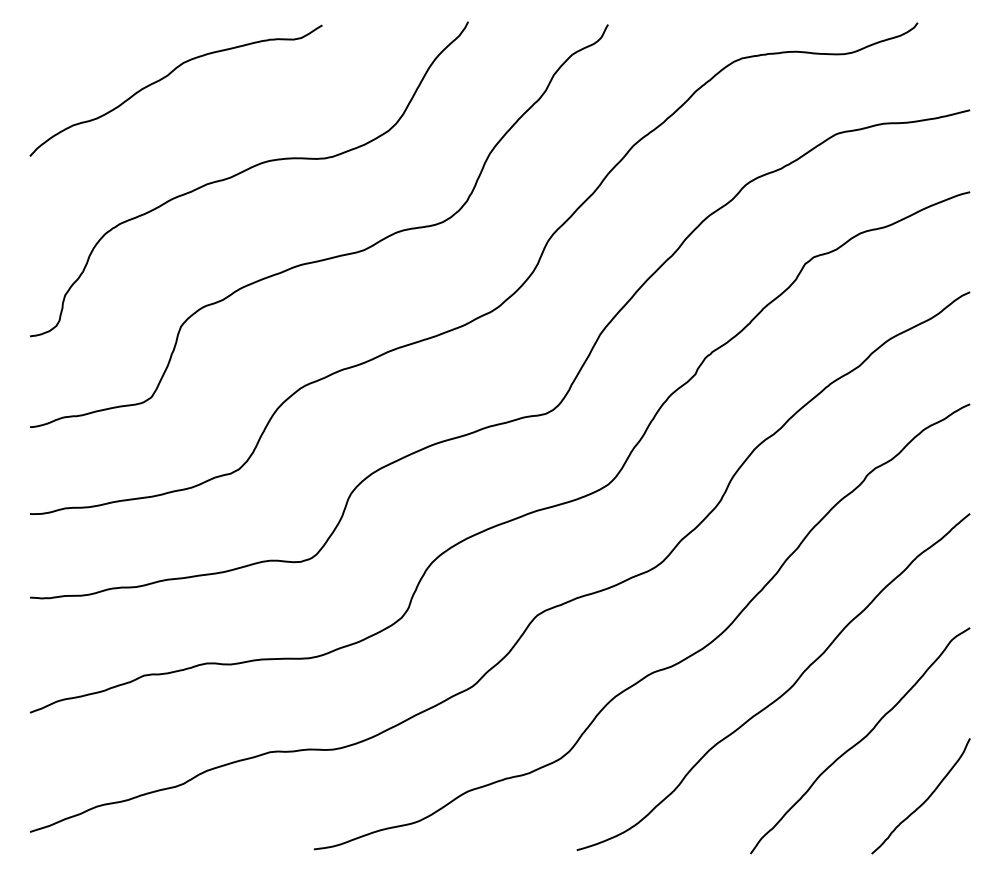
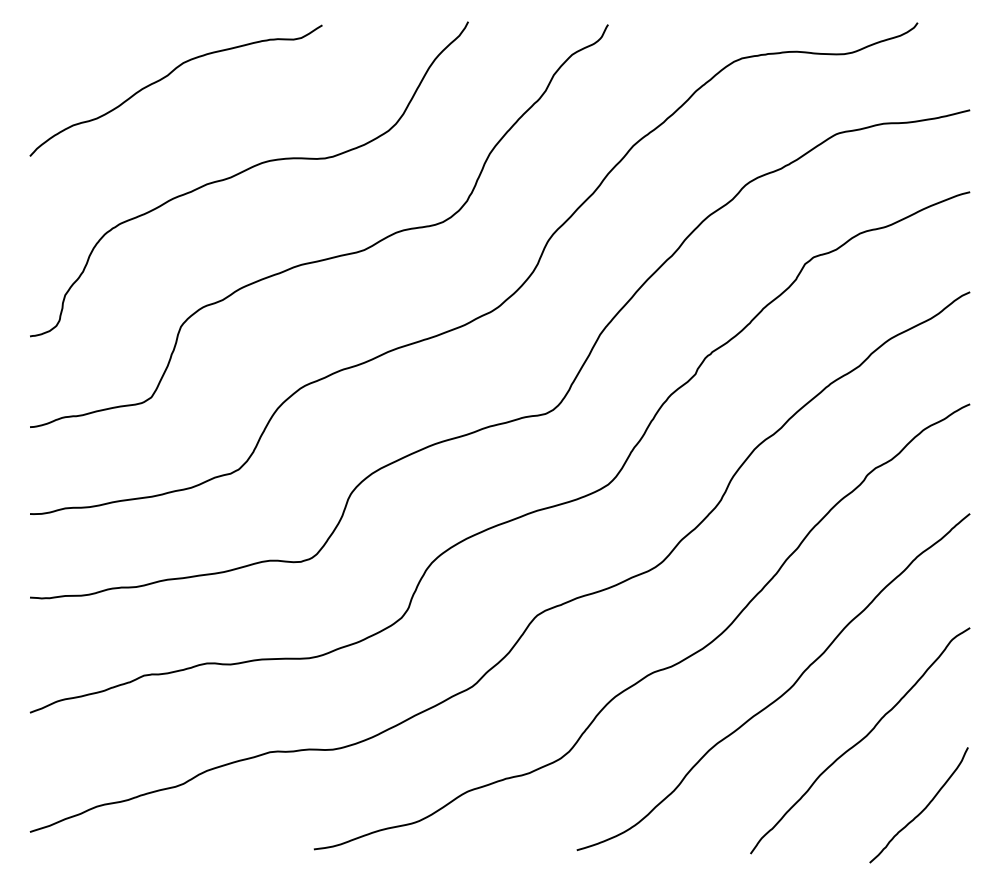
curve at (924, 800) position: (924, 800) -> (922, 809)
